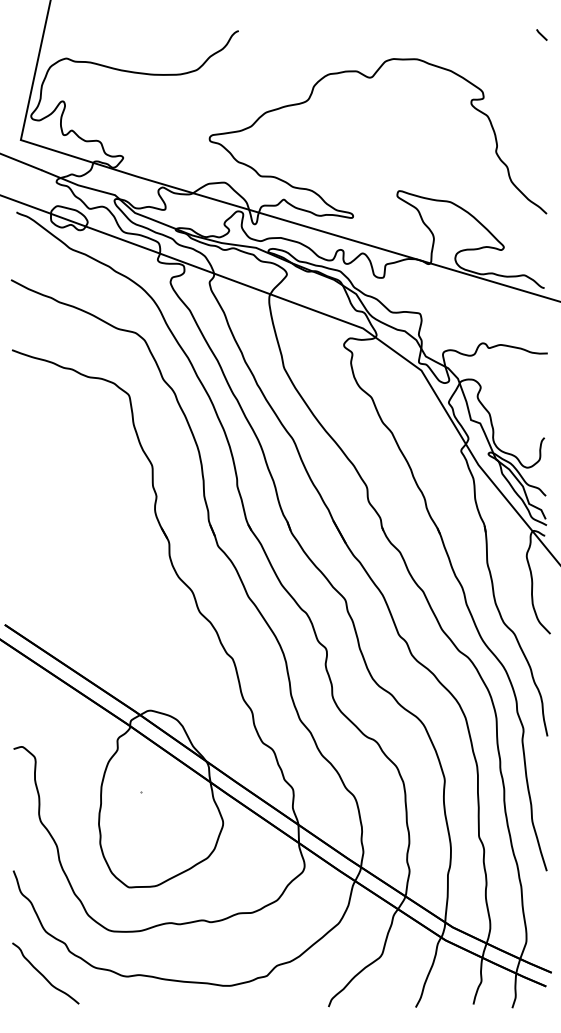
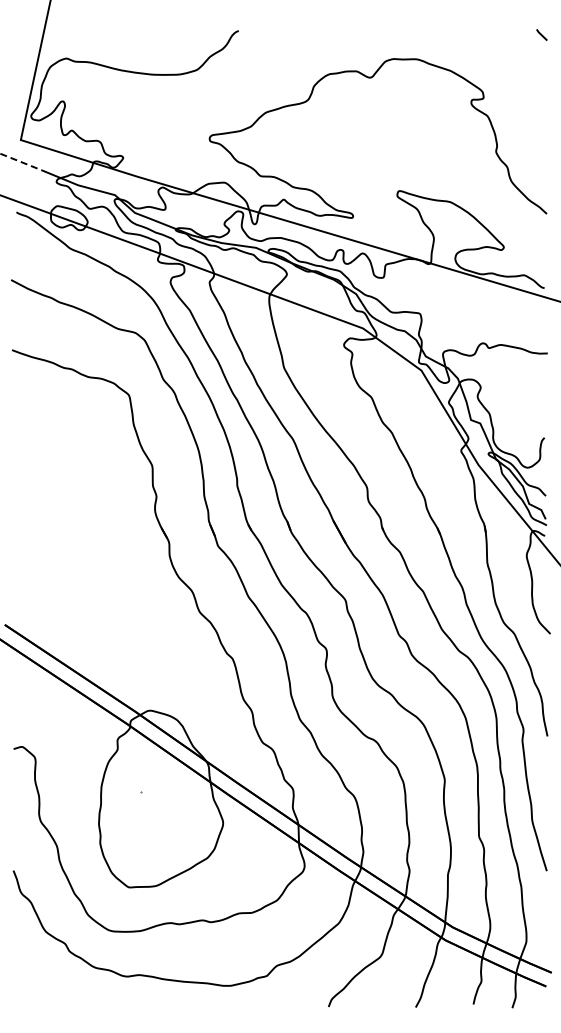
line at (20, 161): solid -> dashed
curve at (43, 974): present -> none
